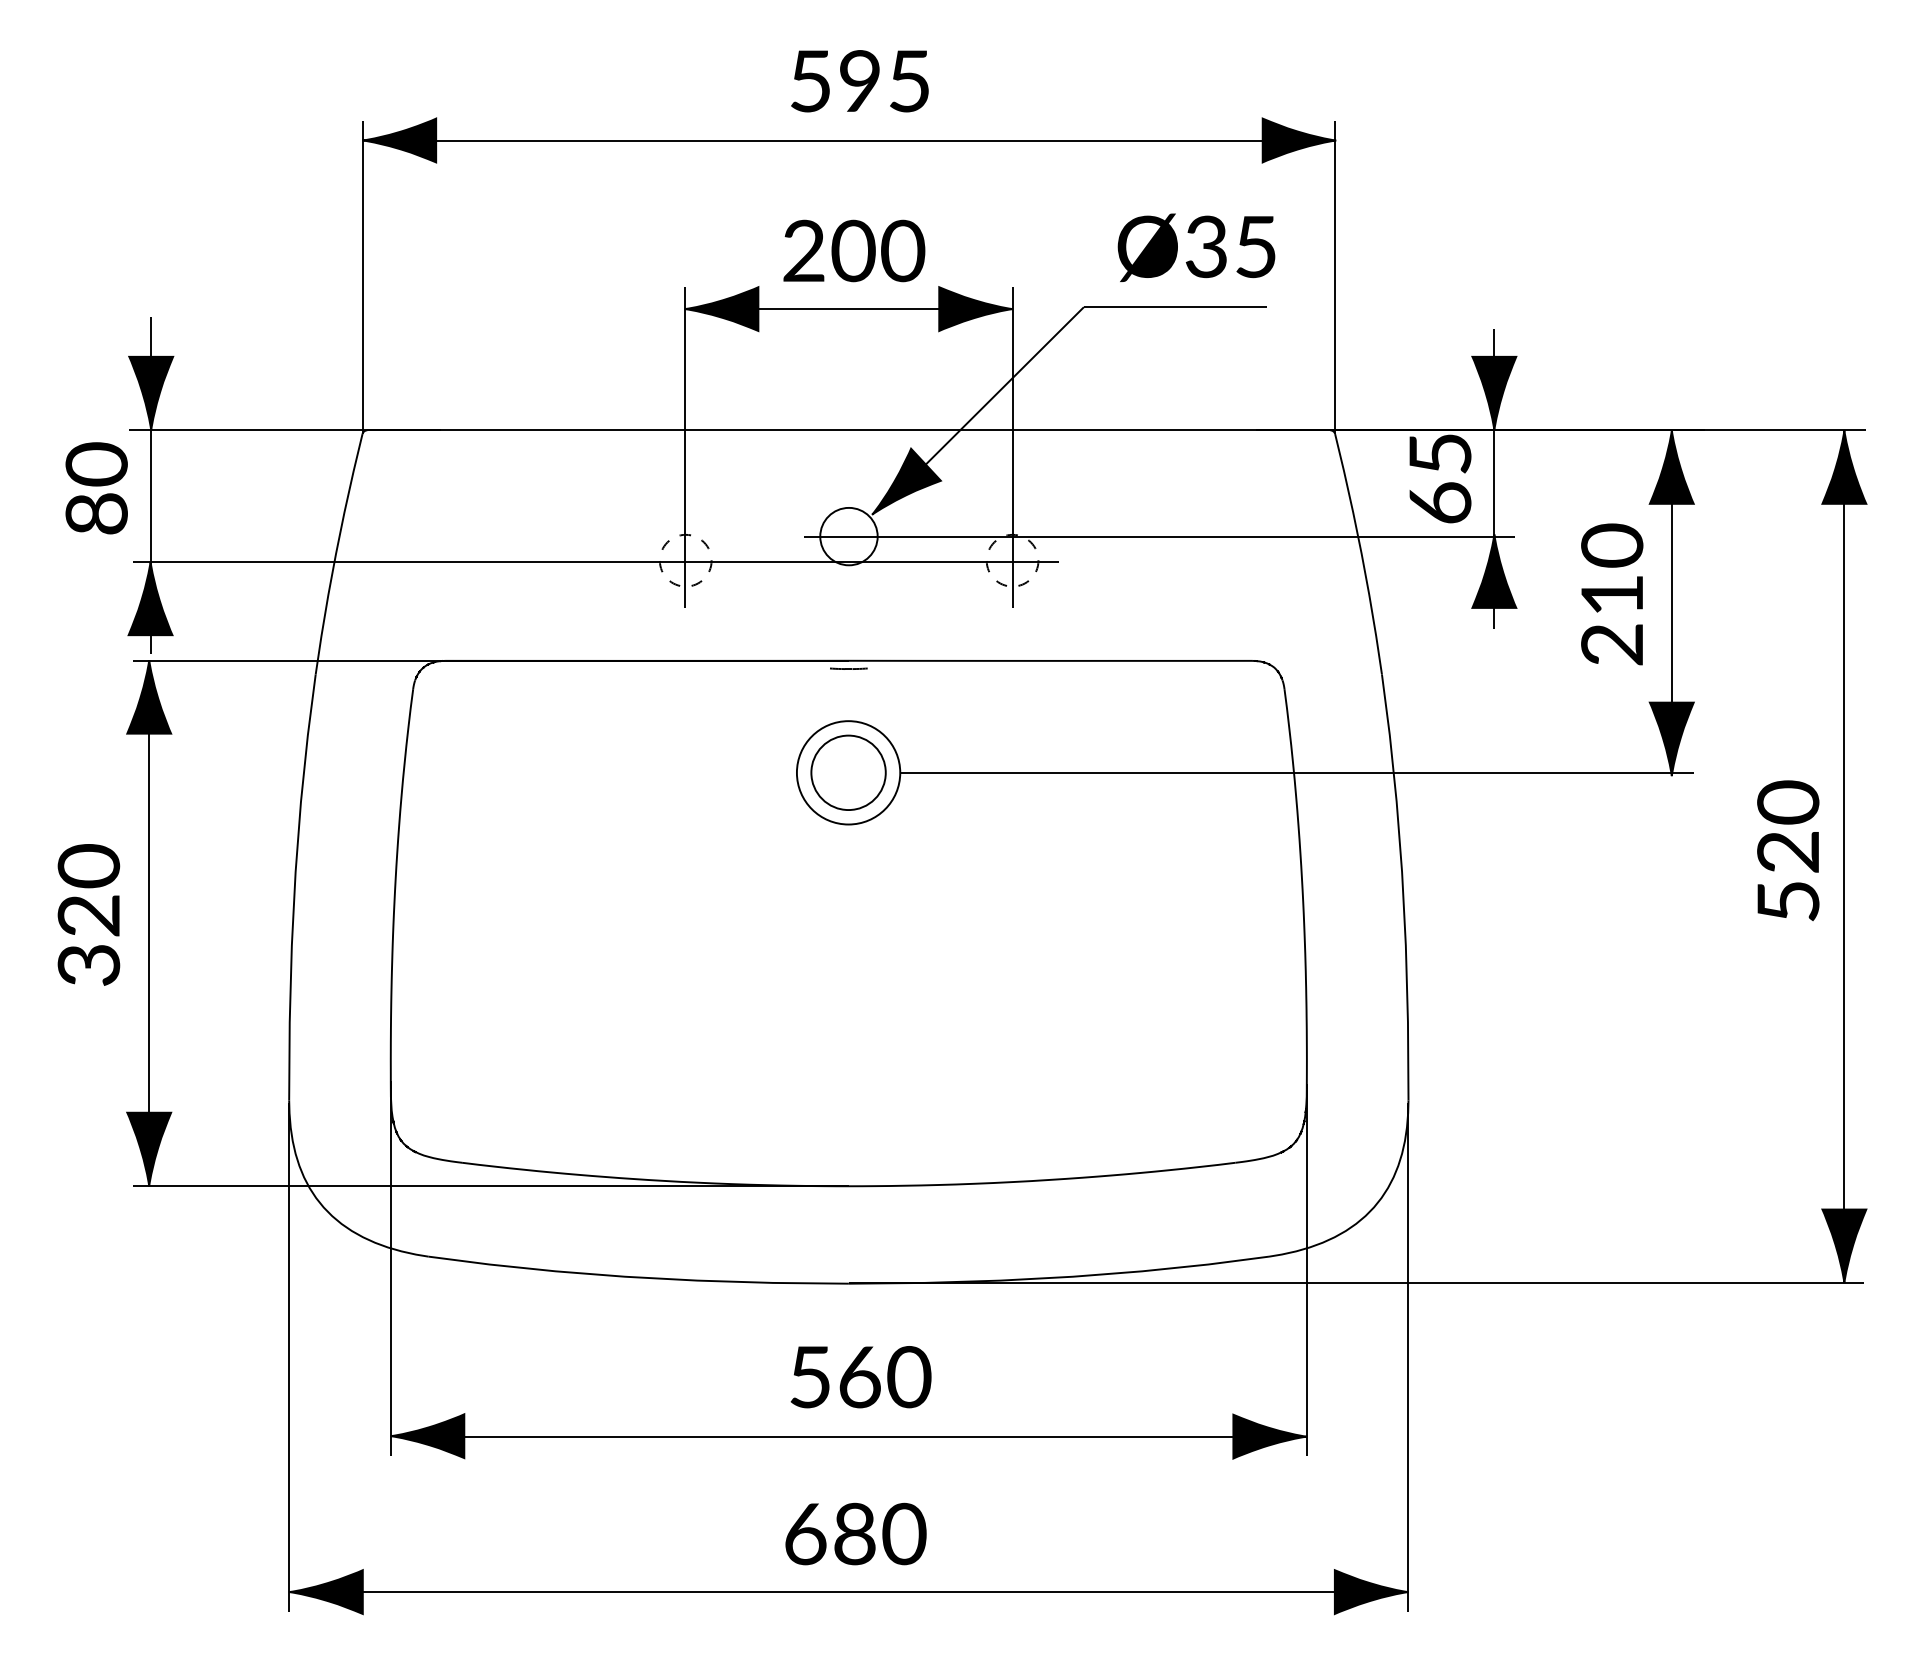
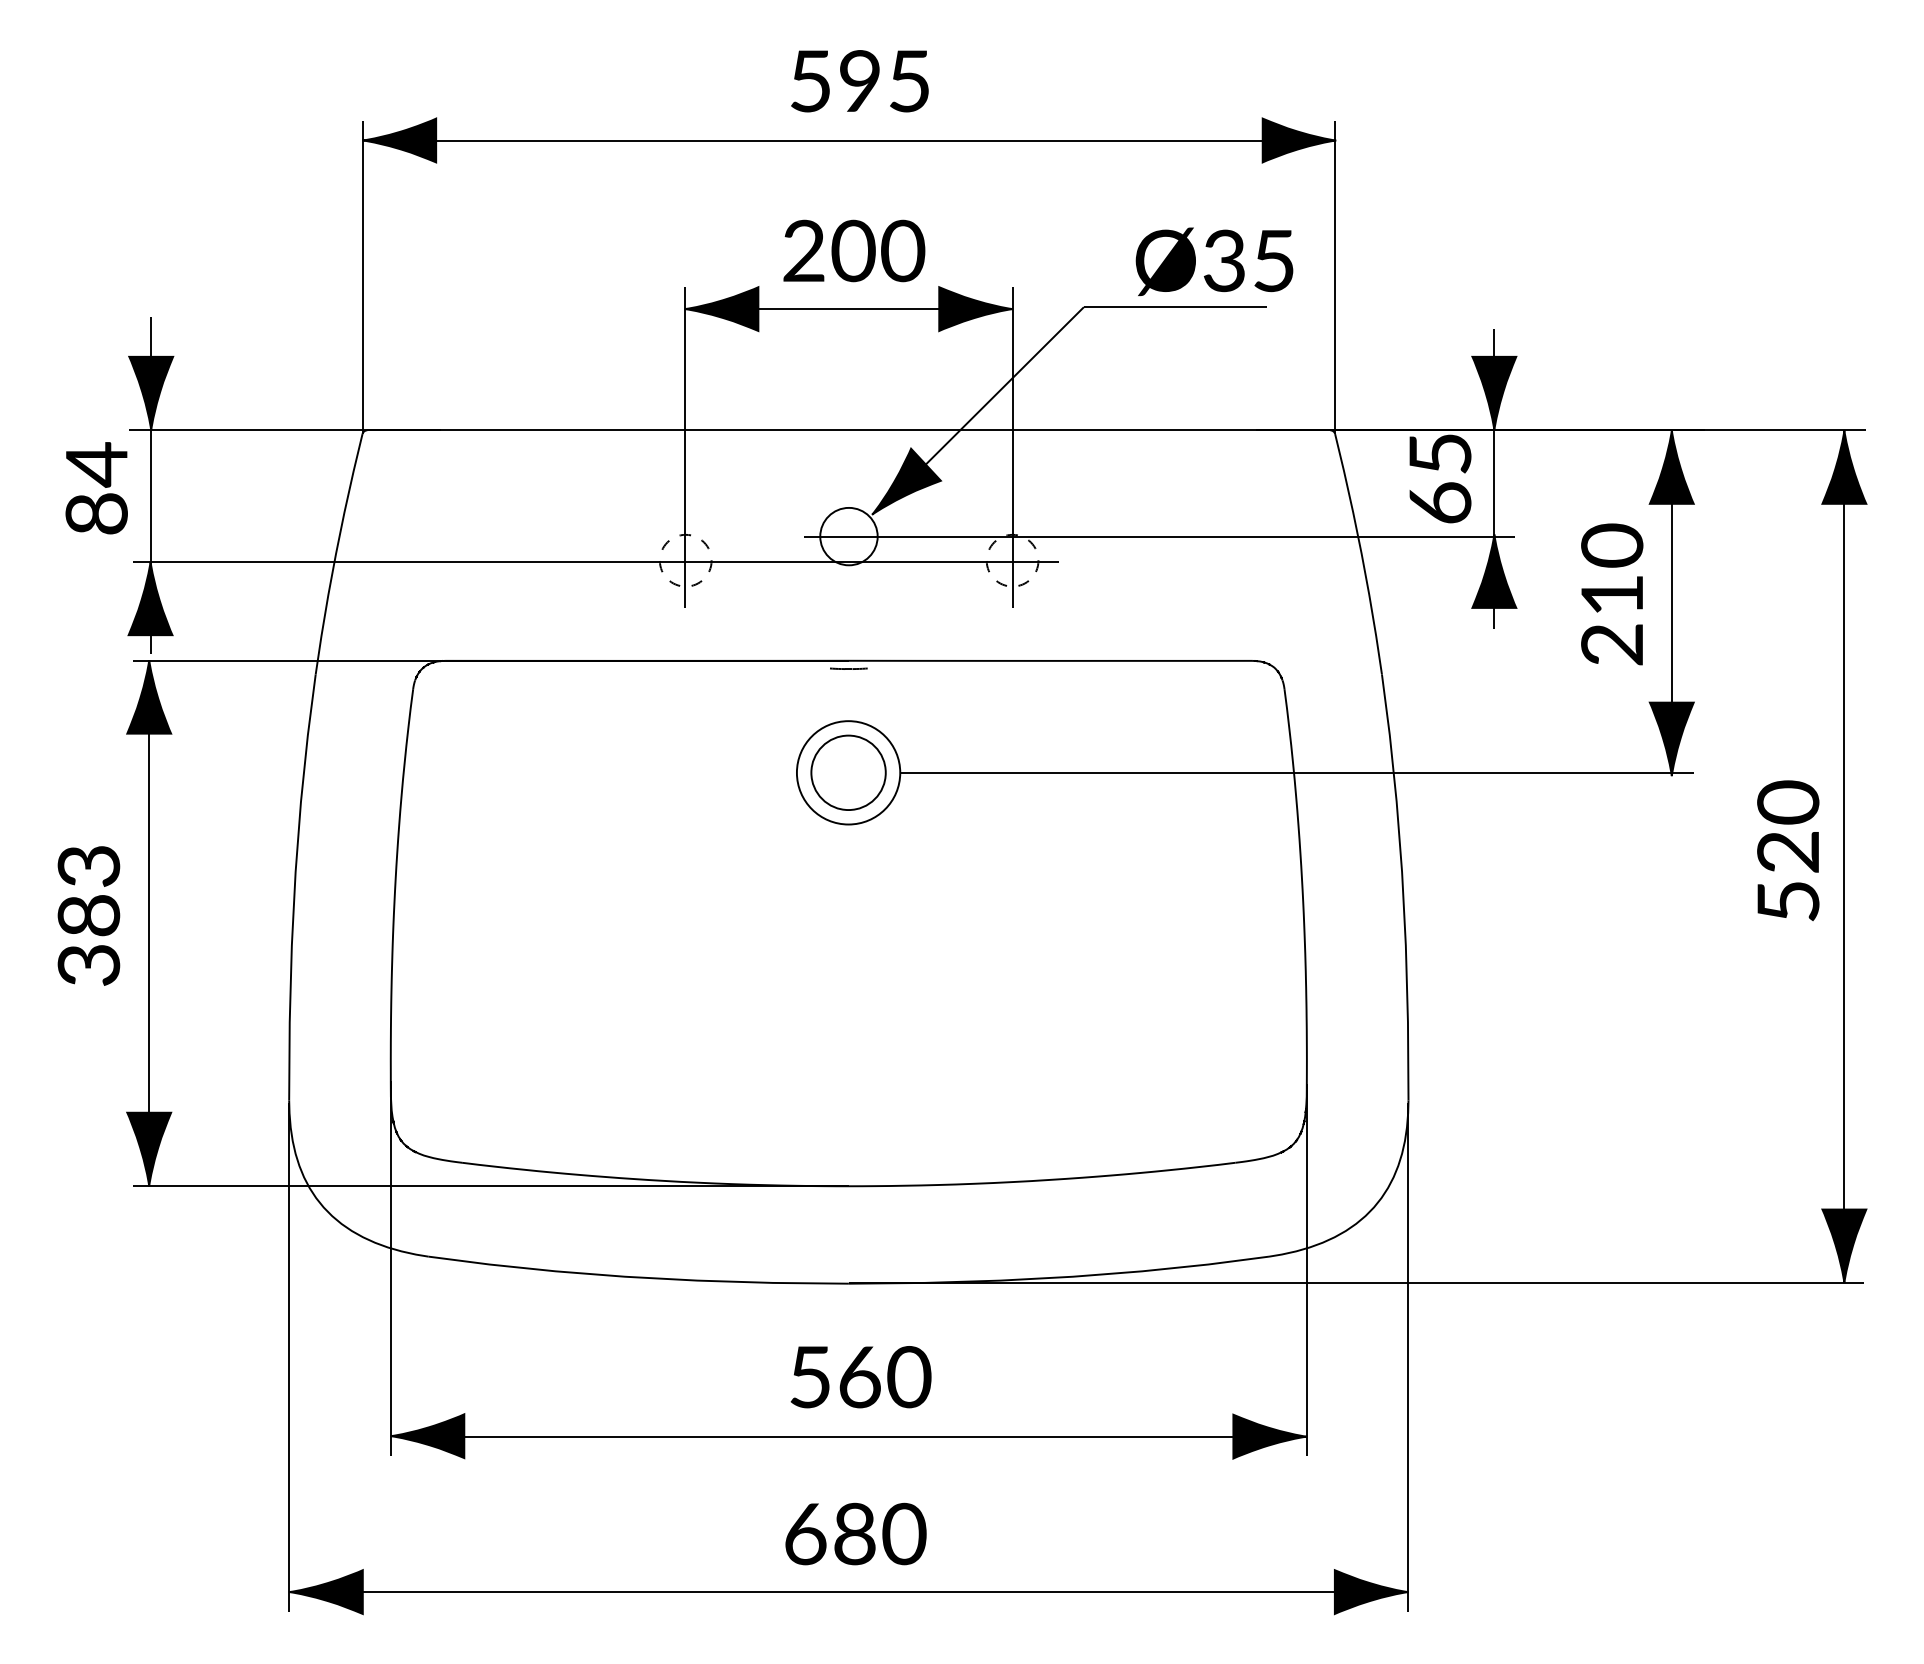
text at (1196, 247) position: (1196, 247) -> (1214, 261)
text at (96, 464): 80 -> 84
text at (88, 890): 320 -> 383
